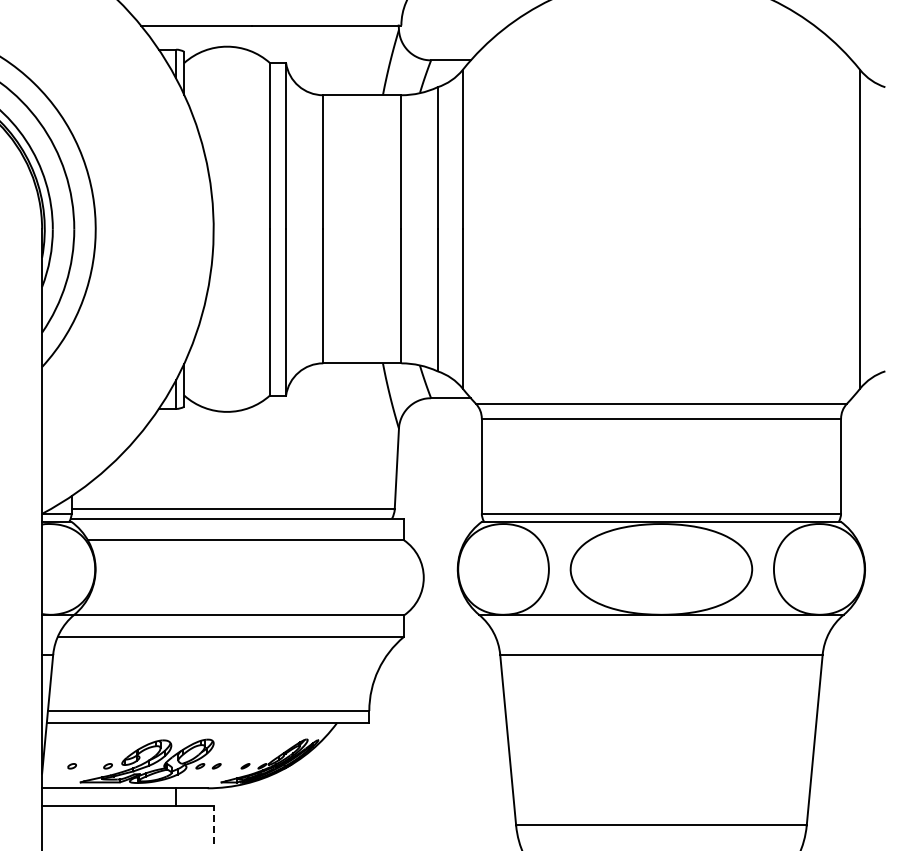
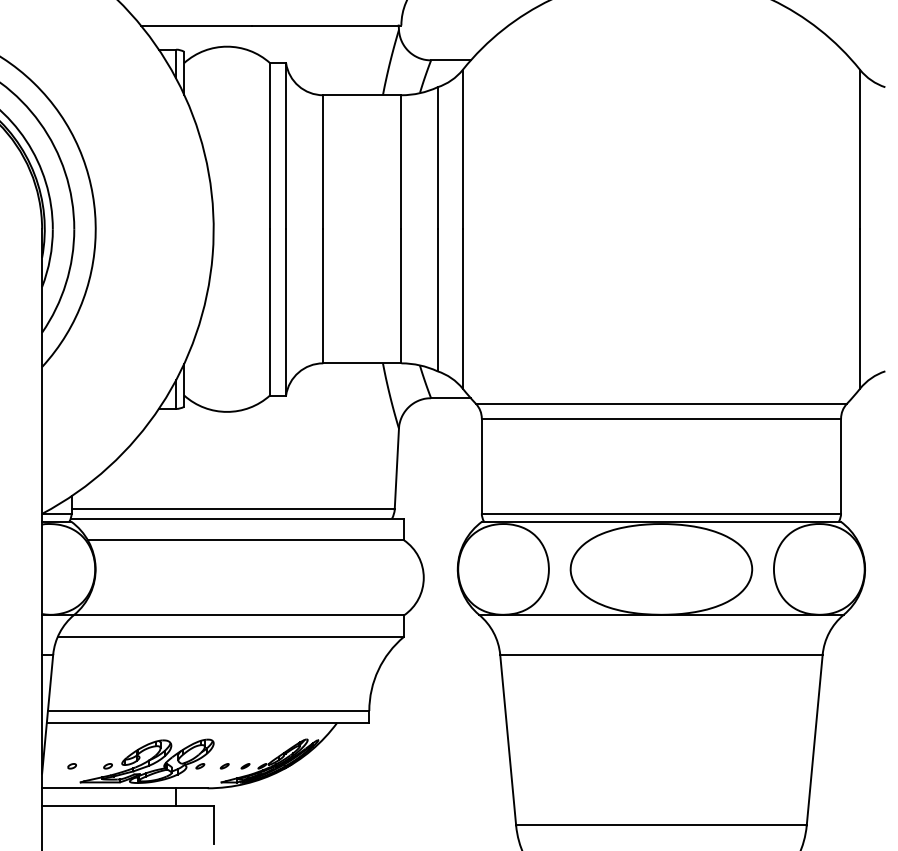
part at (216, 766) position: (216, 766) -> (224, 766)
line at (213, 825): dashed -> solid
